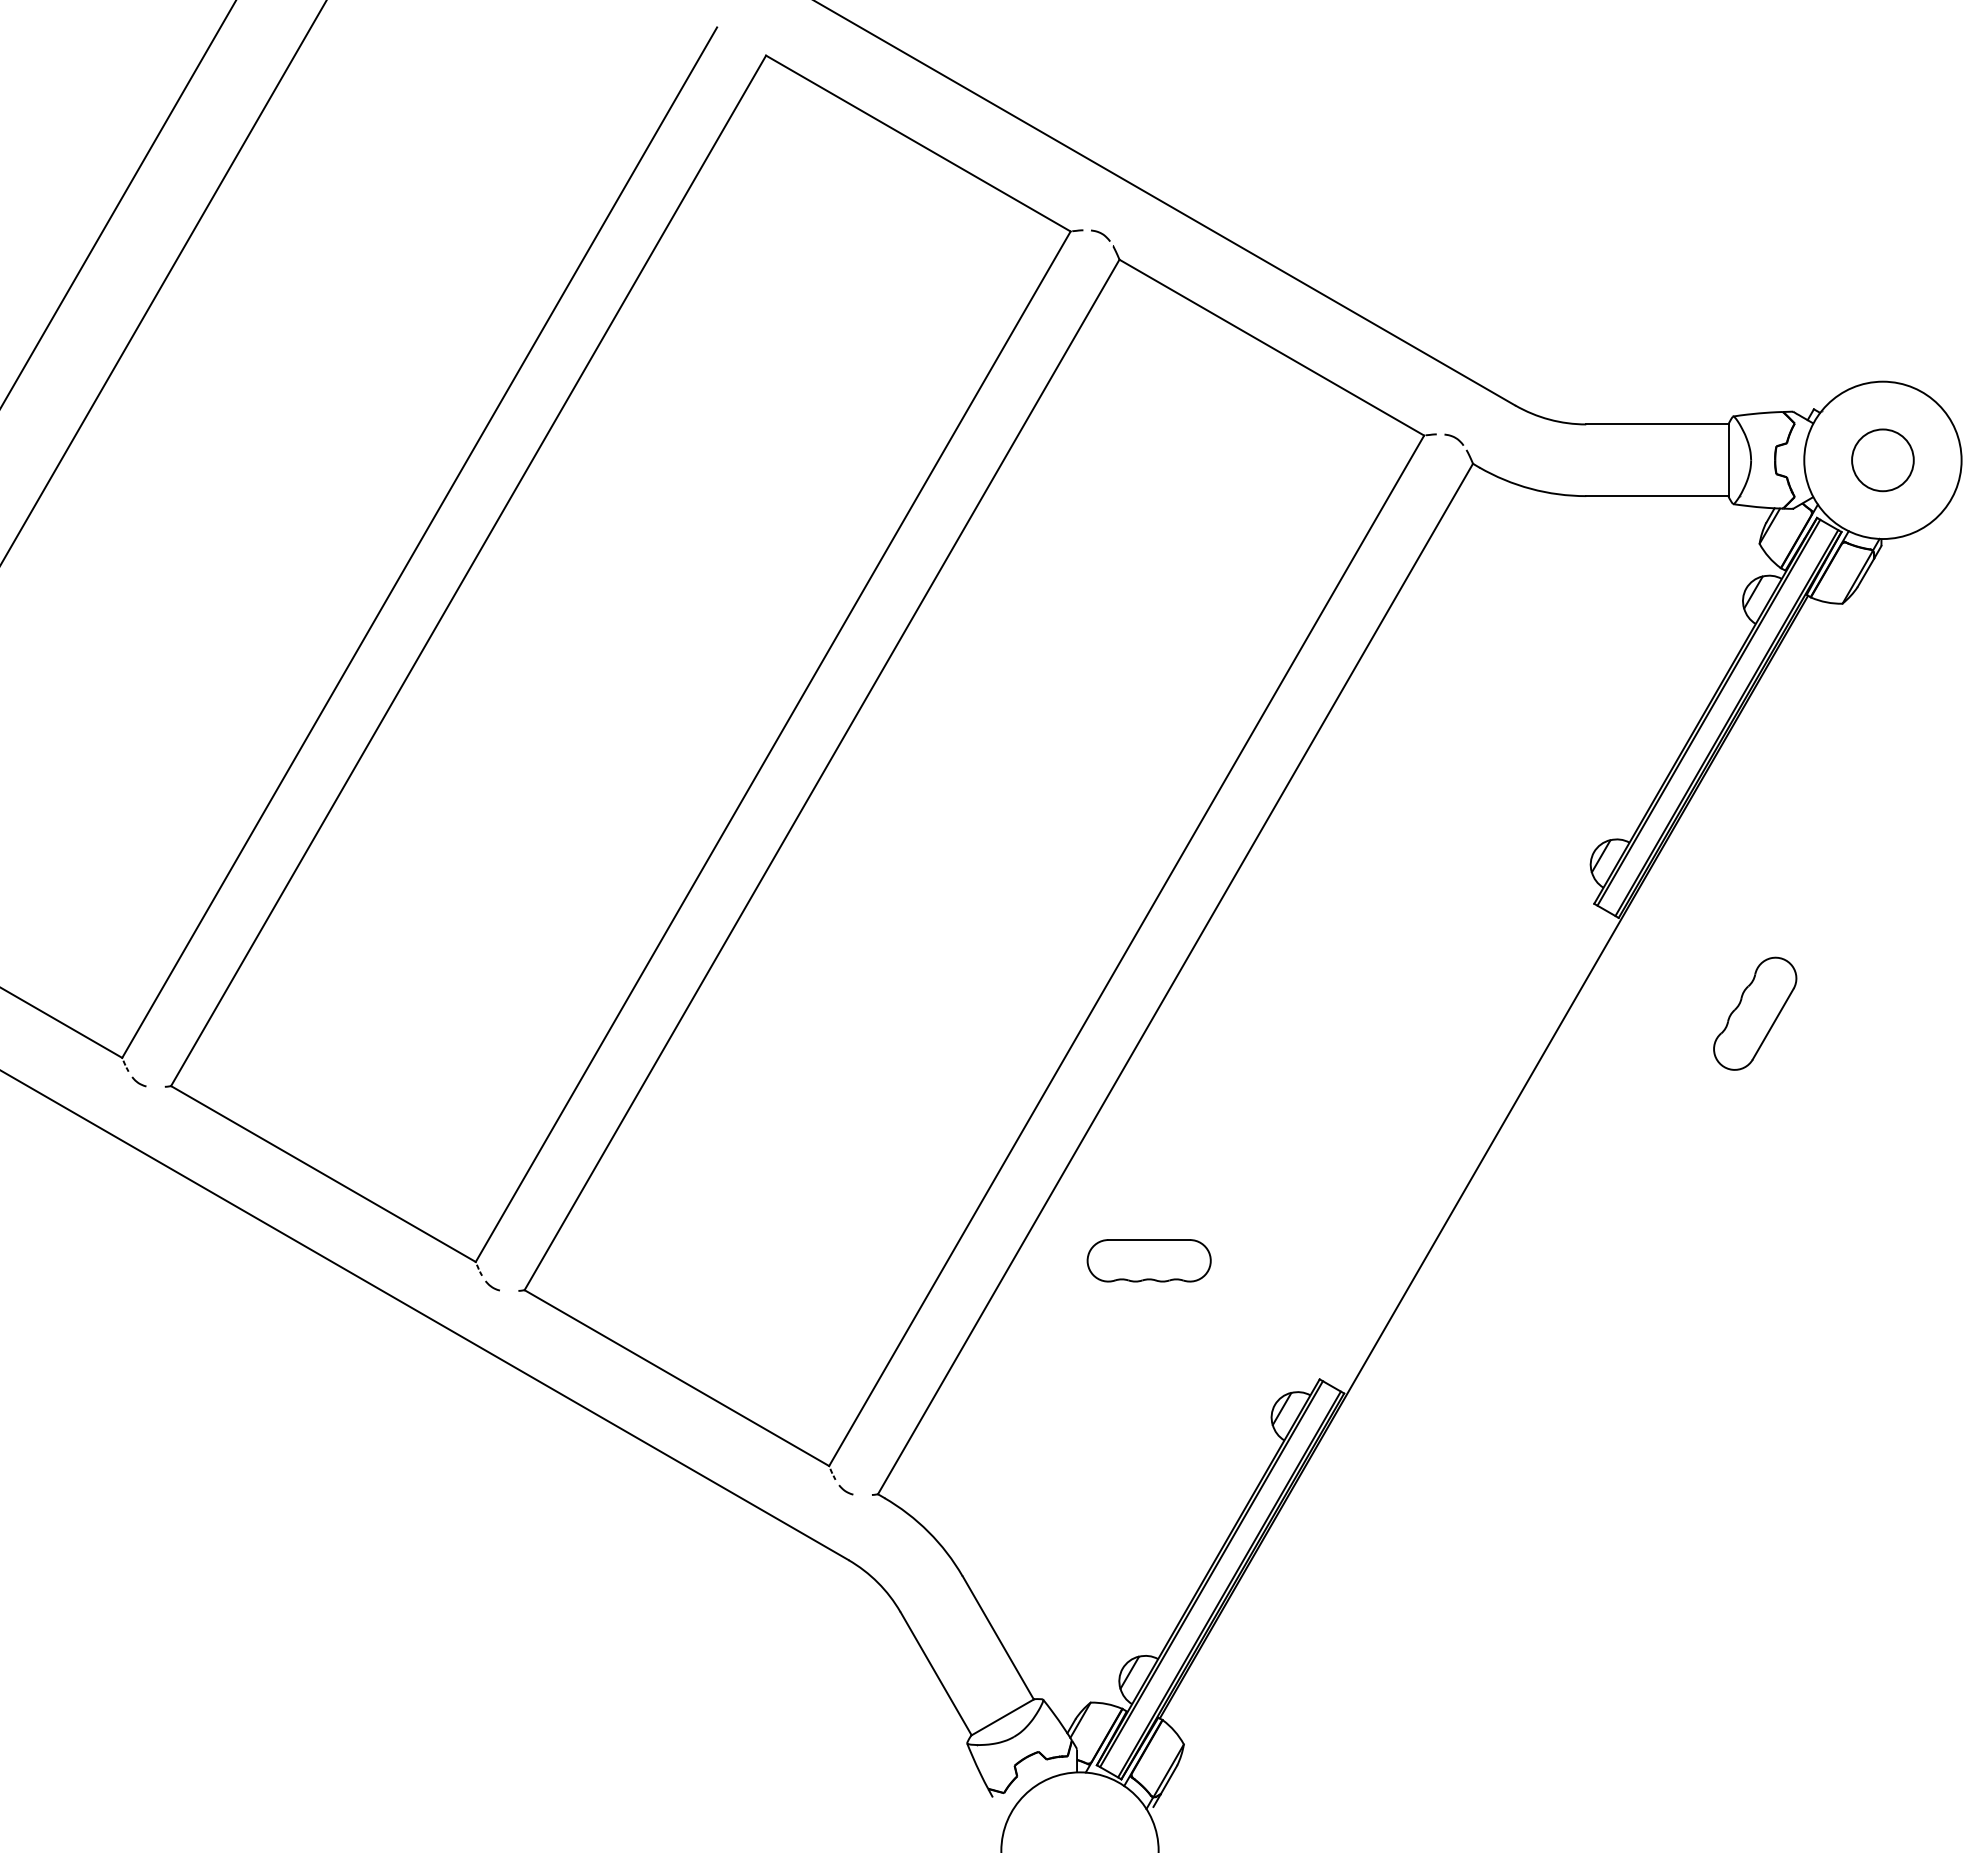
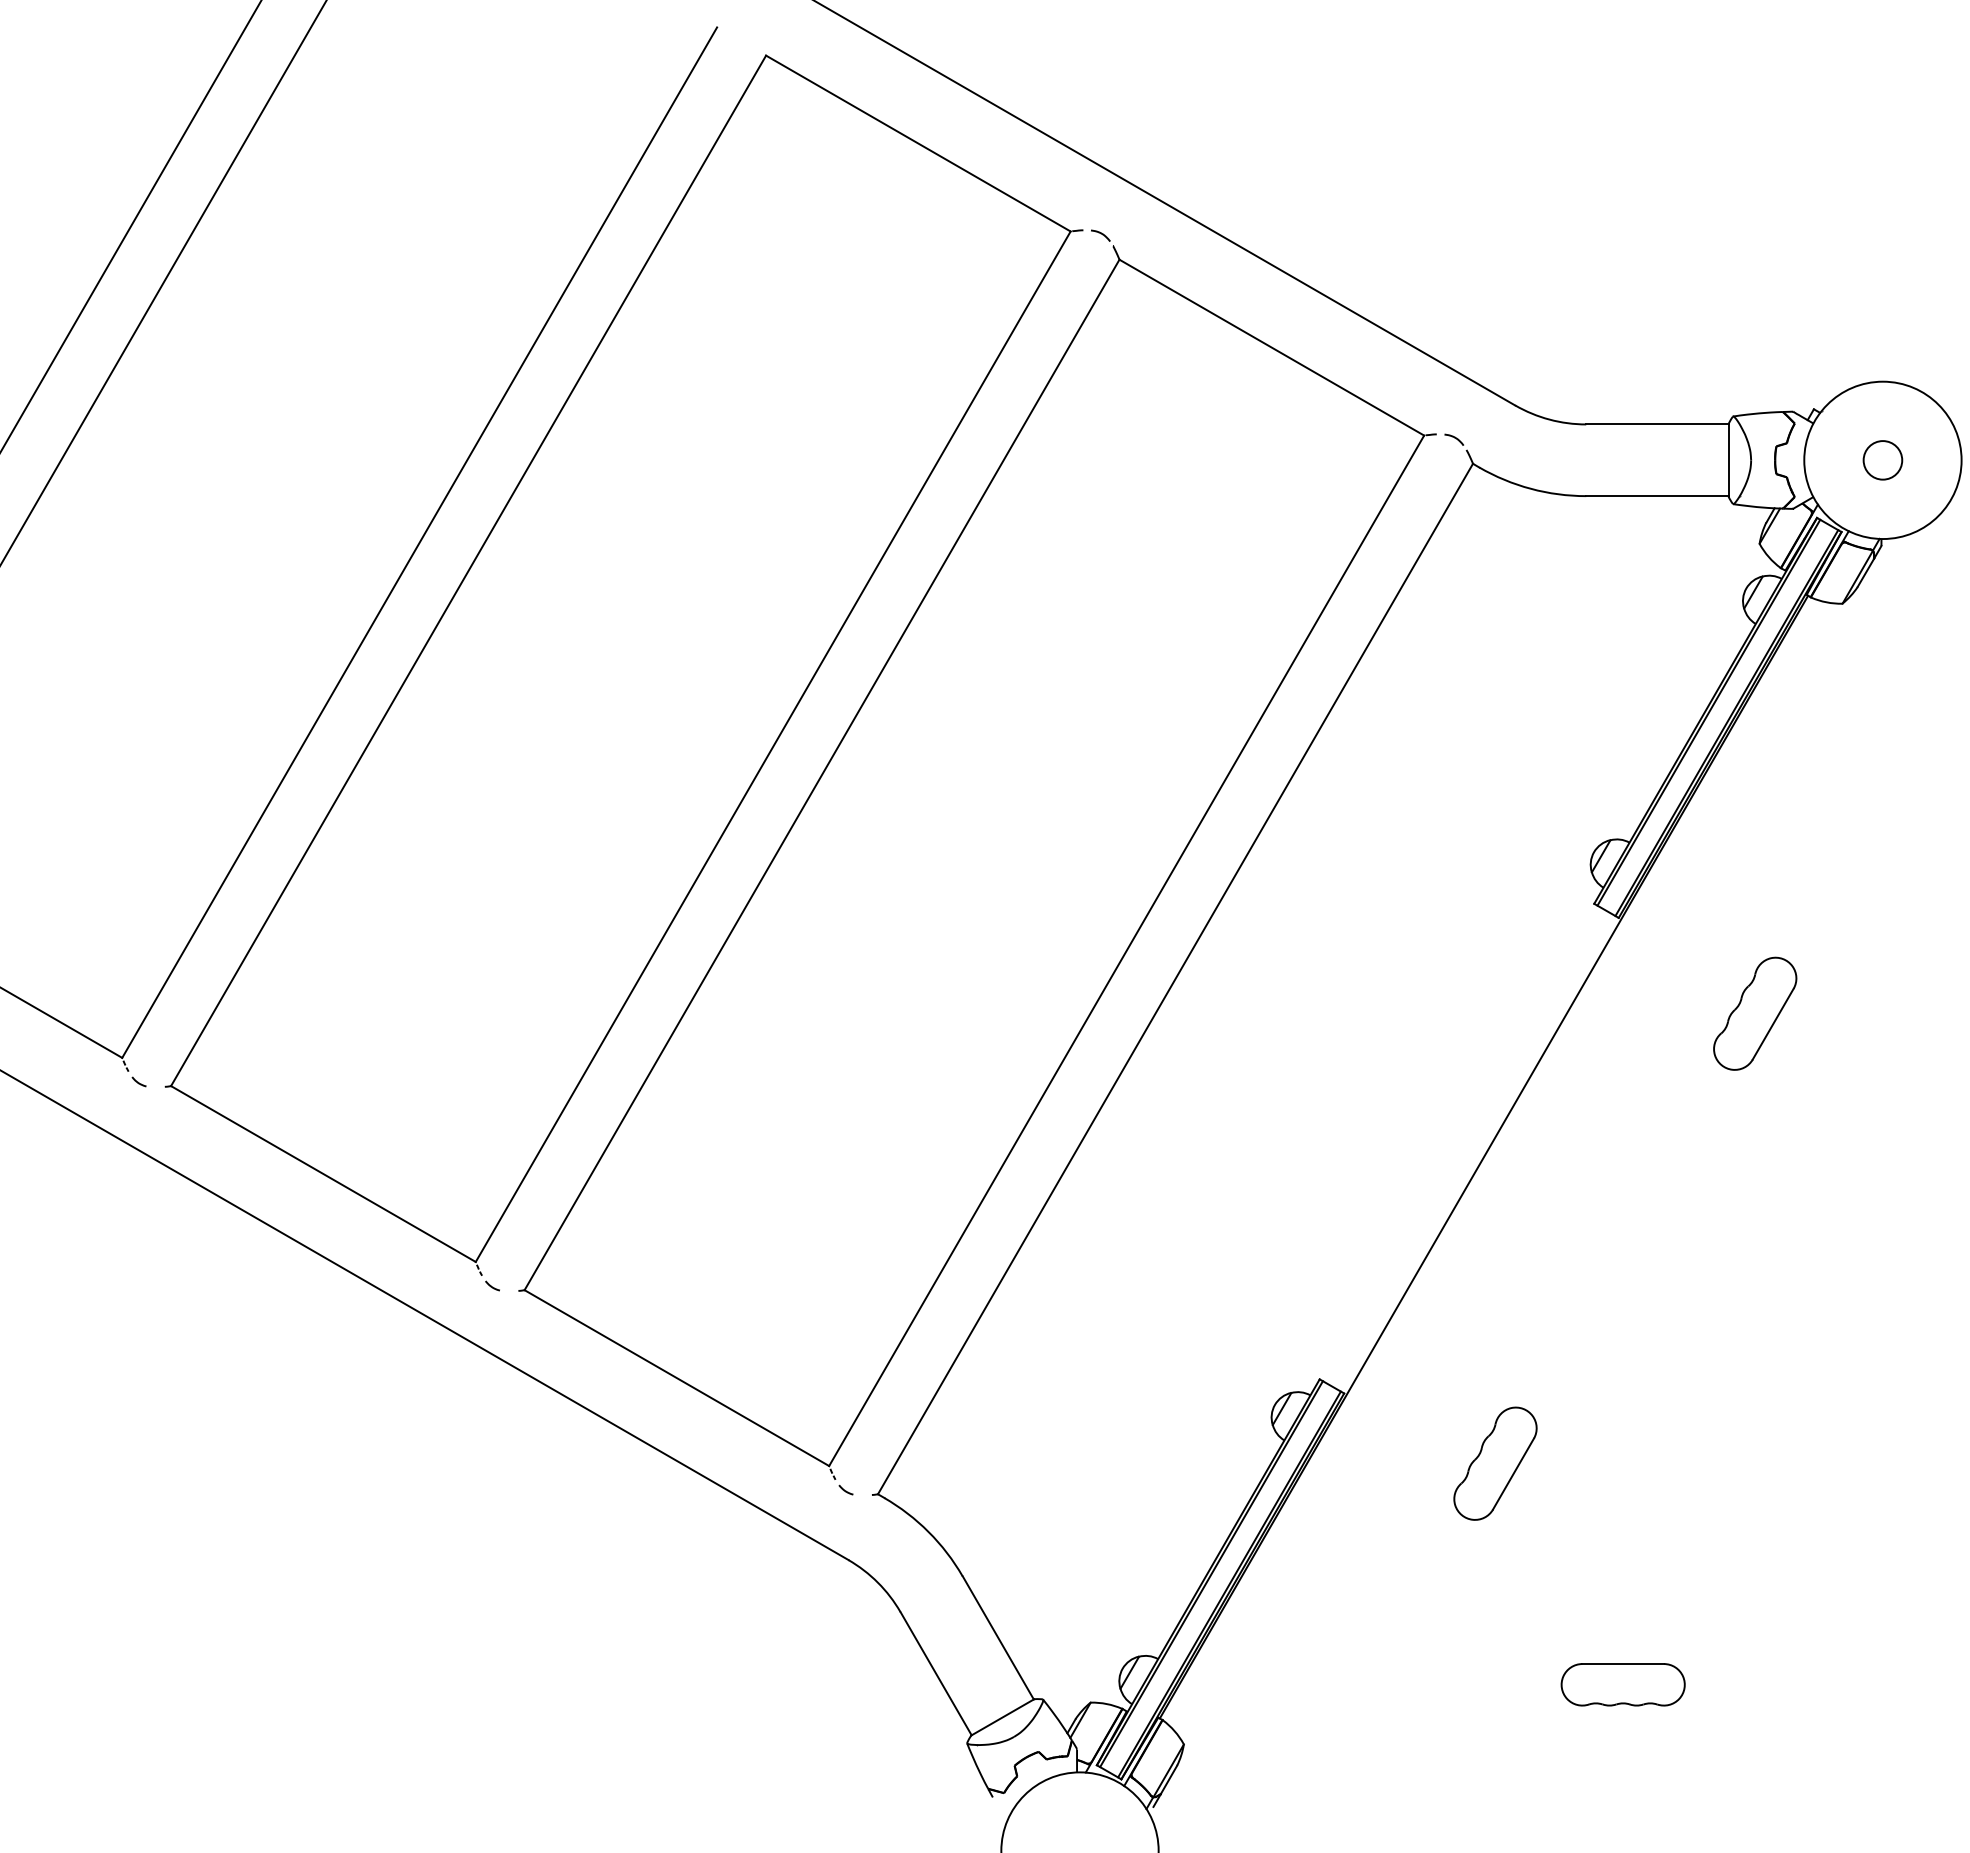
line at (118, 203) position: (118, 203) -> (131, 225)
circle at (1882, 460) diameter: 62 px -> 39 px
part at (1148, 1260) position: (1148, 1260) -> (1622, 1684)
part at (1495, 1463): none -> present
